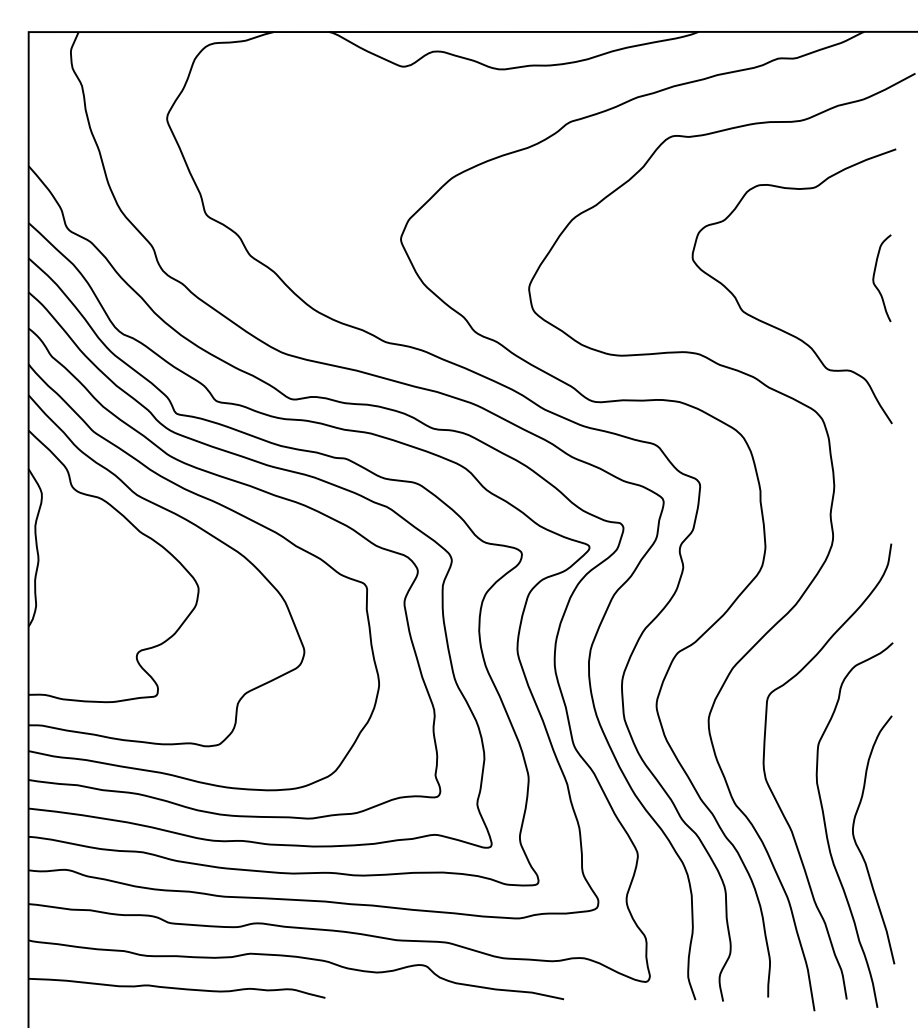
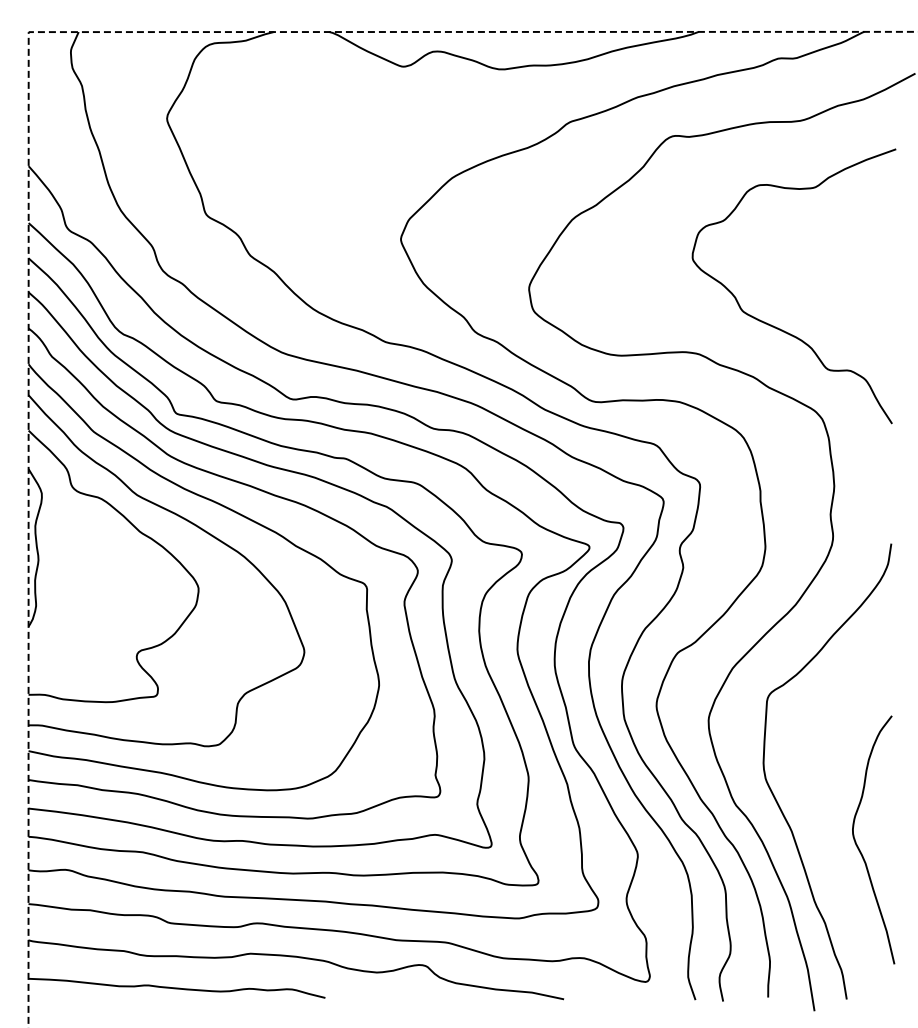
line at (28, 84): solid -> dashed
curve at (874, 278): present -> none
curve at (826, 826): present -> none
